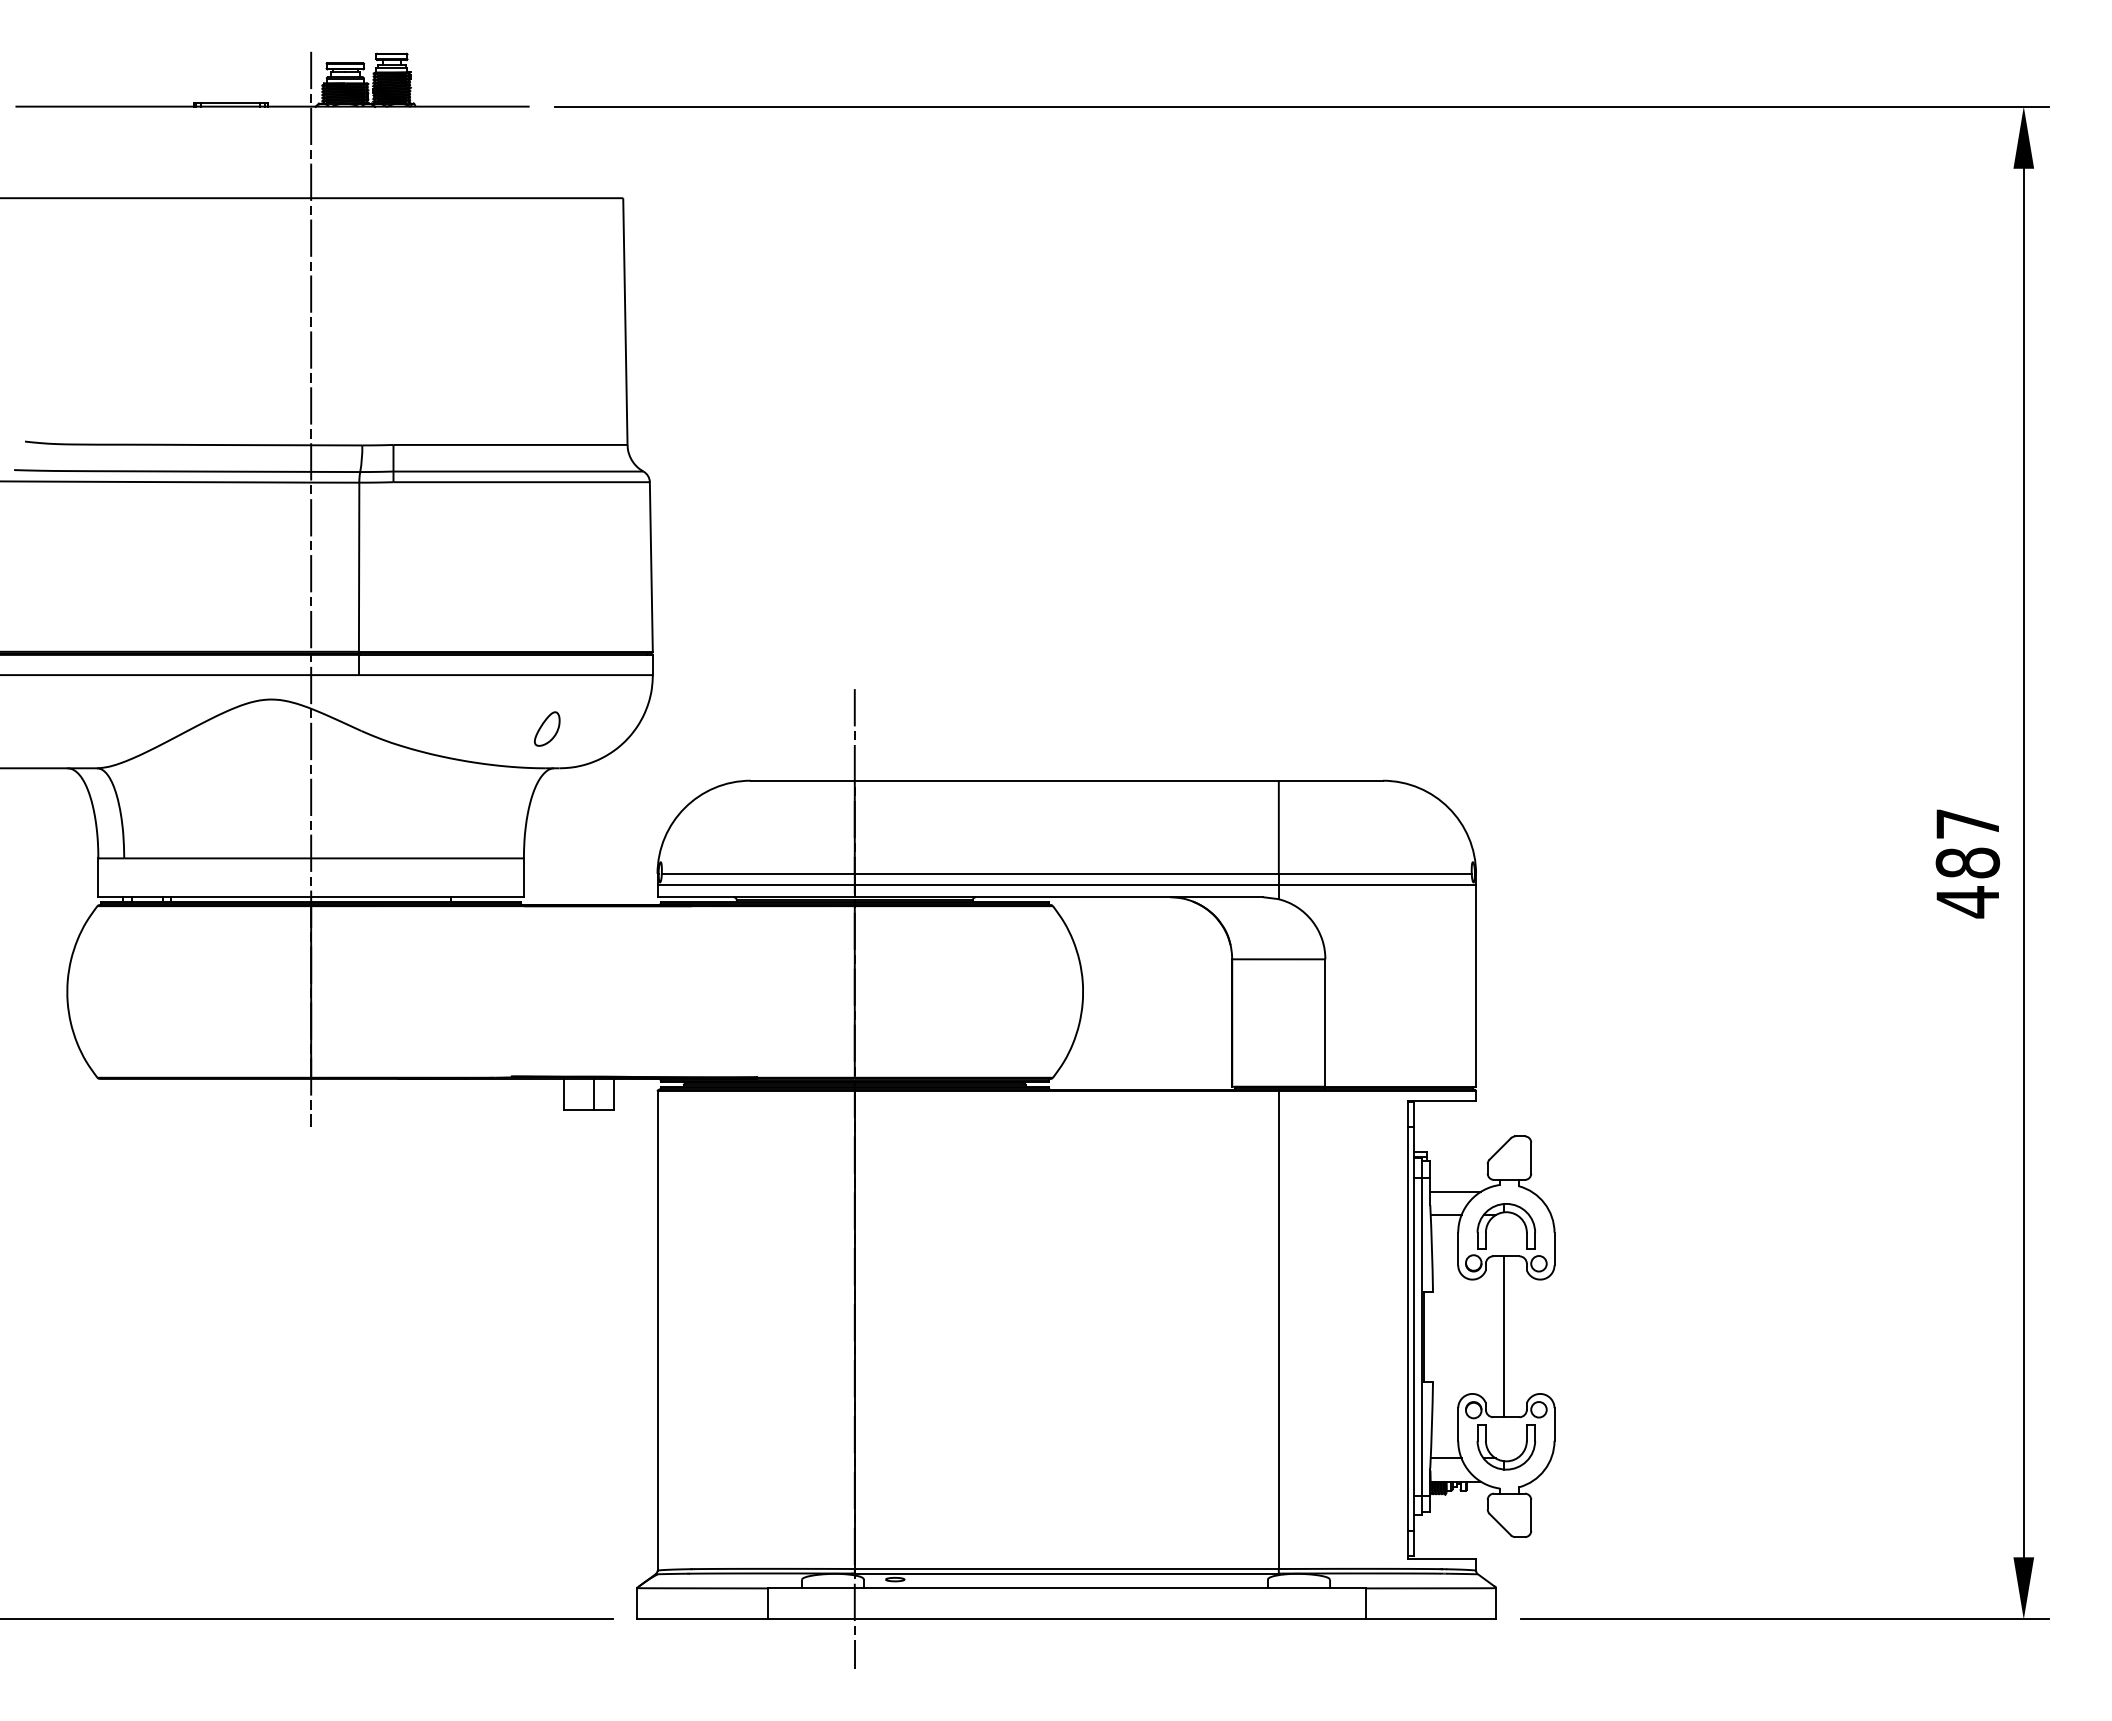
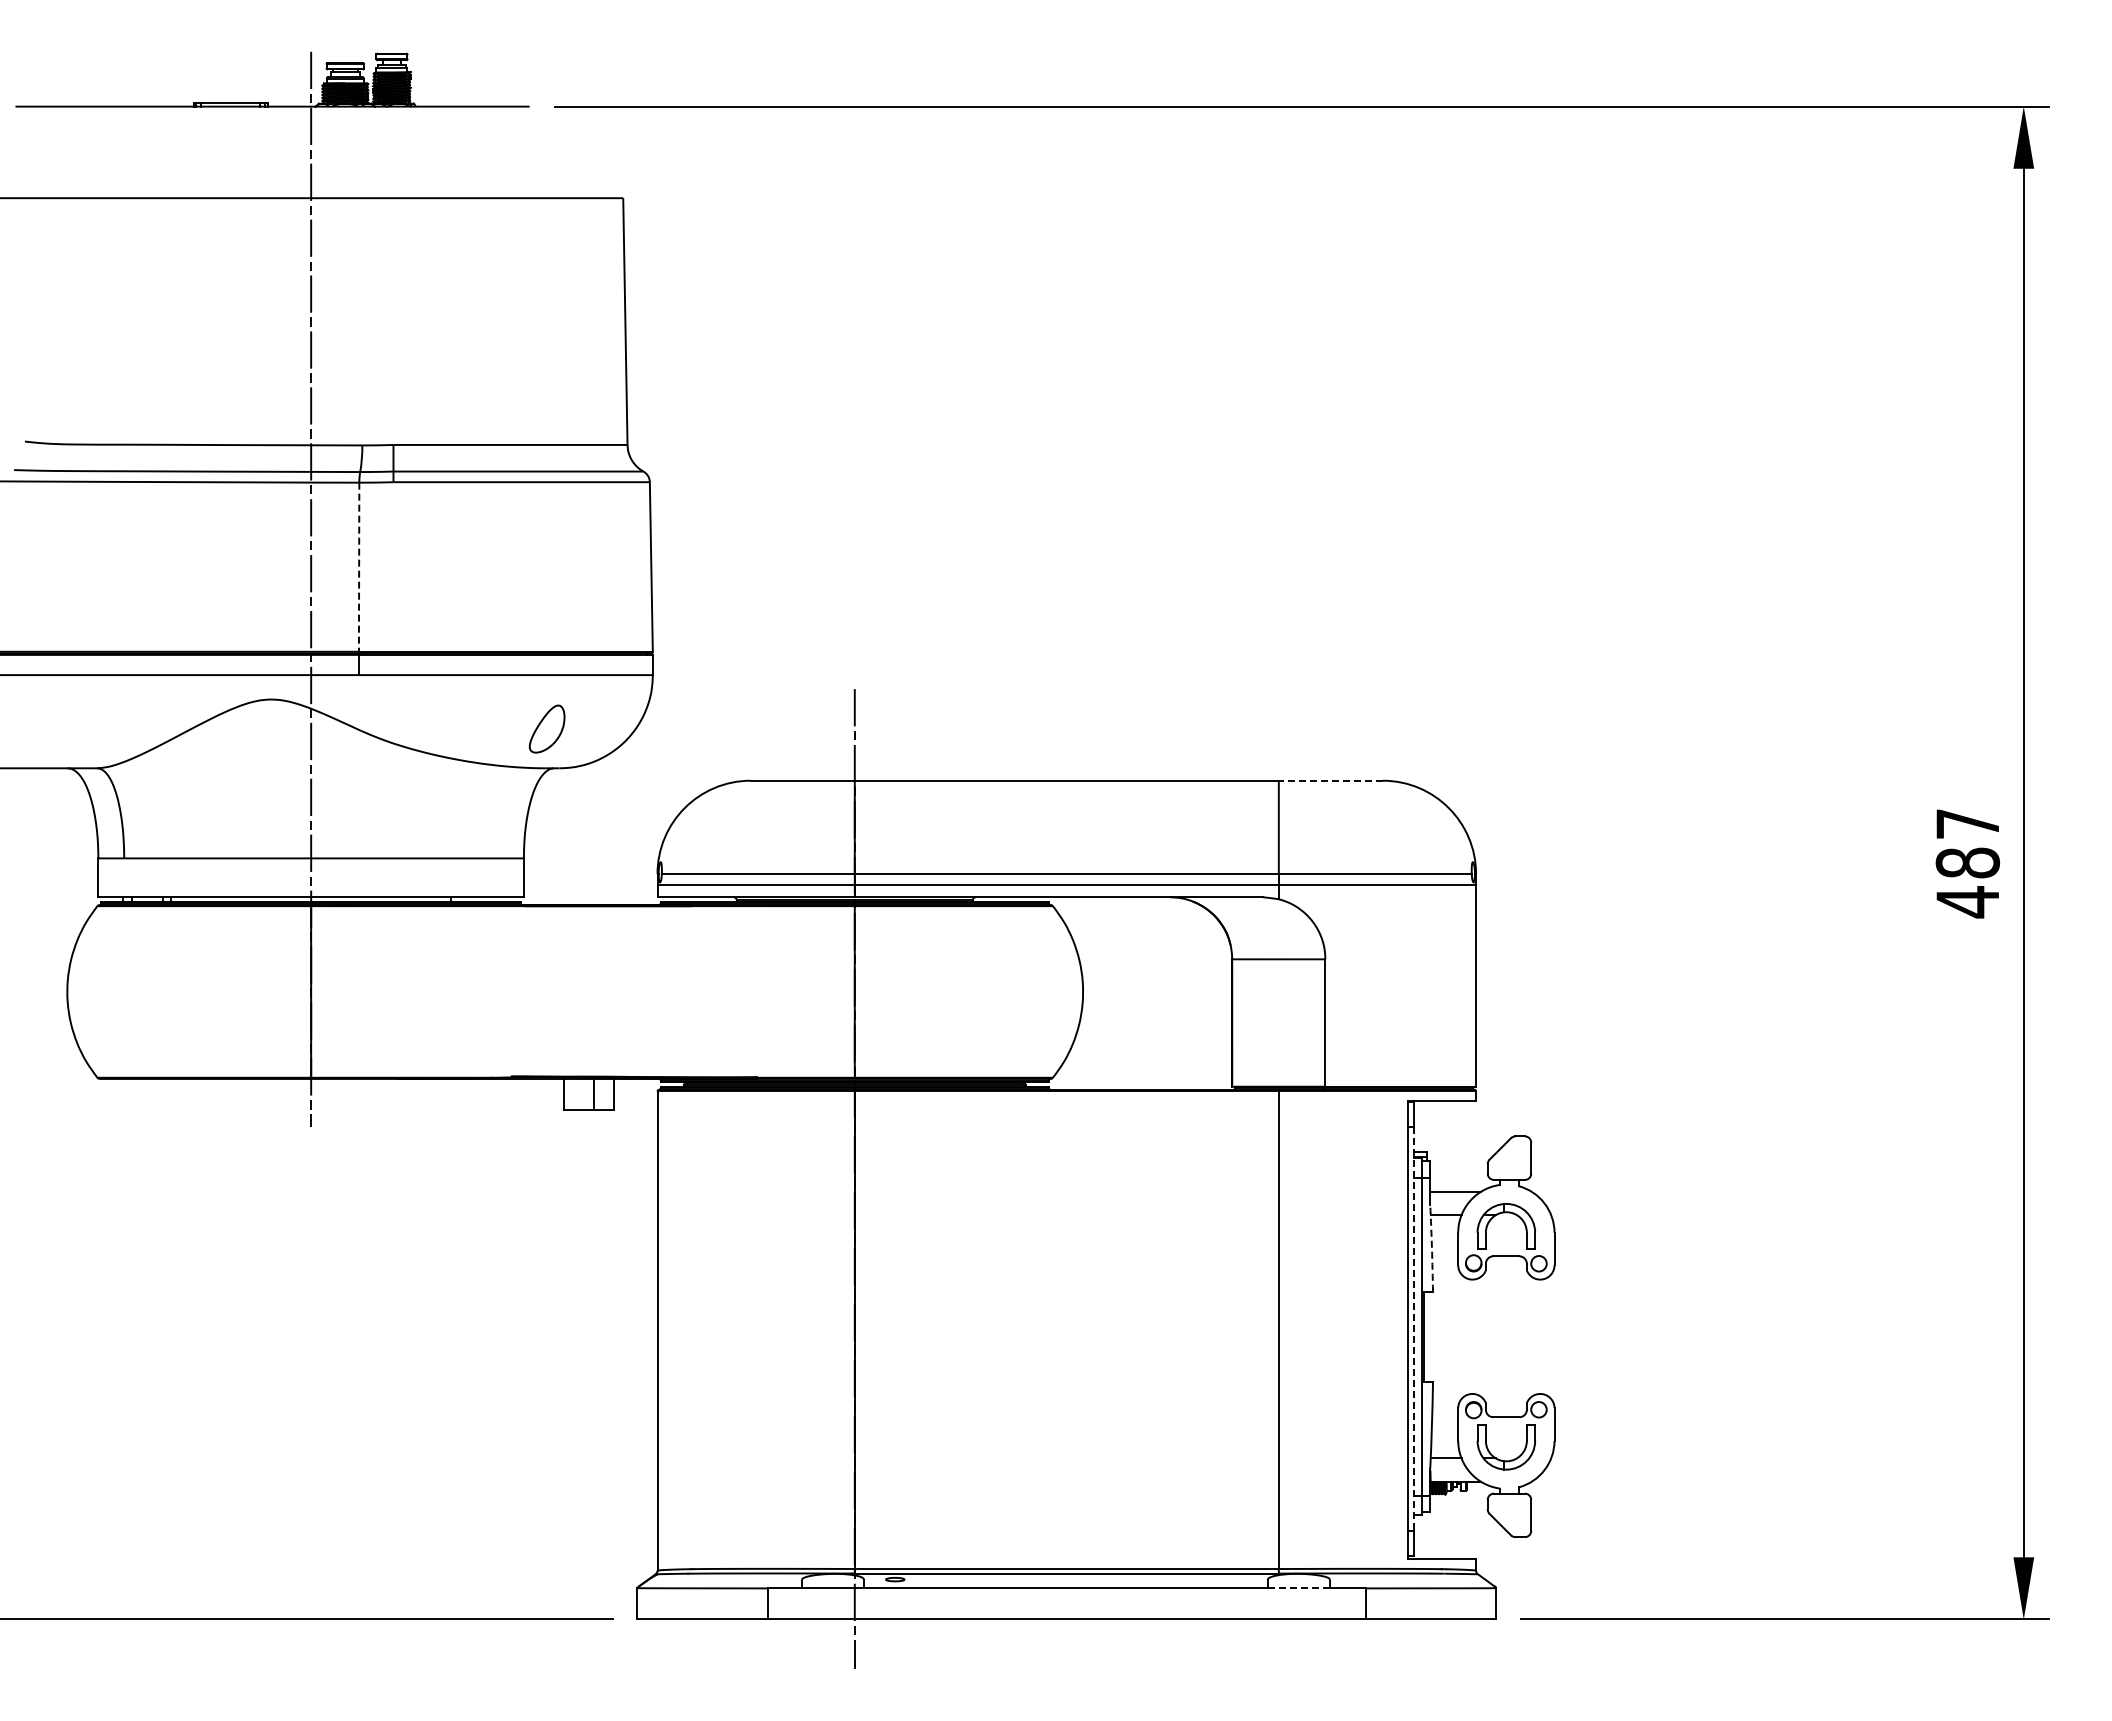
line at (359, 567): solid -> dashed
part at (547, 728) size: 27x36 px -> 38x50 px
line at (1330, 780): solid -> dashed
arc at (1431, 1248): solid -> dashed
line at (1413, 1329): solid -> dashed
line at (1504, 1336): present -> none
line at (1299, 1588): solid -> dashed
